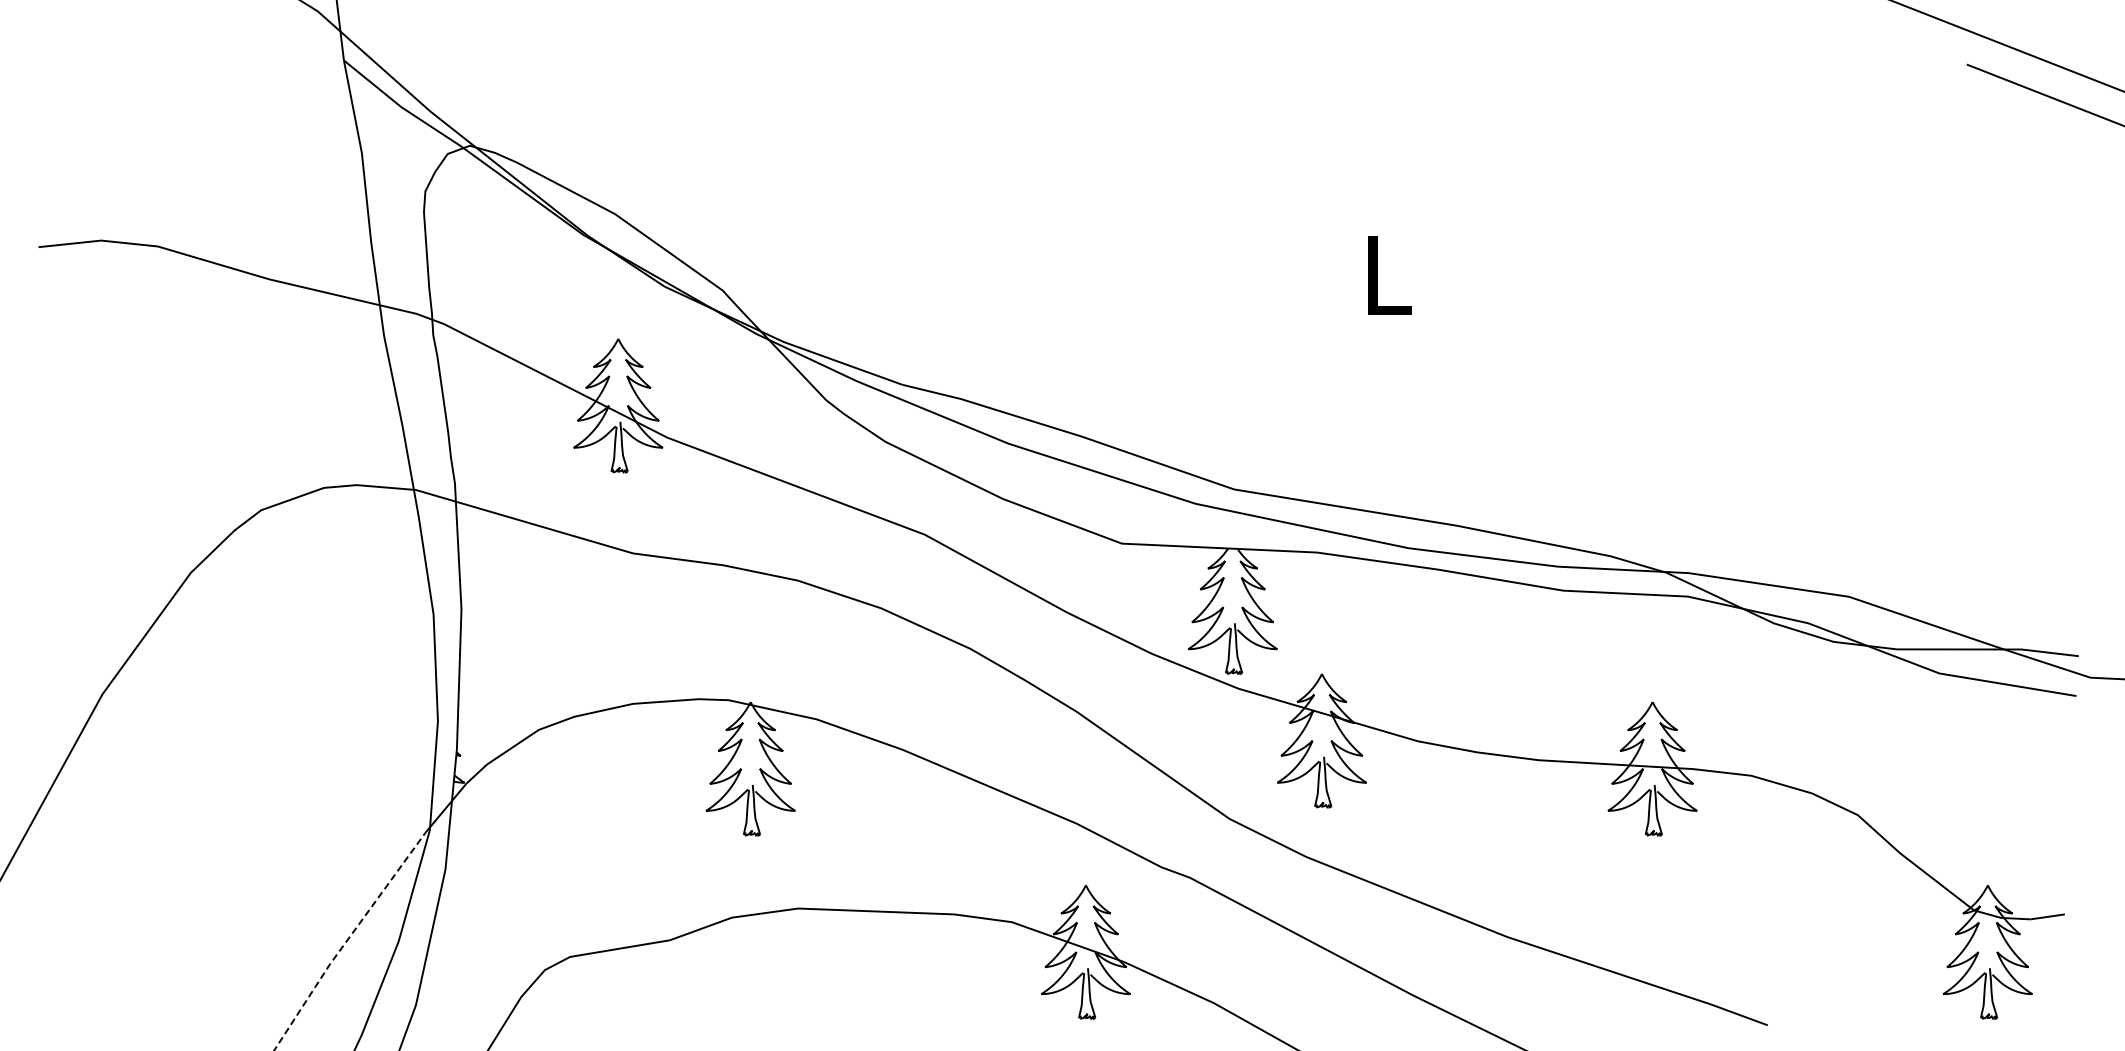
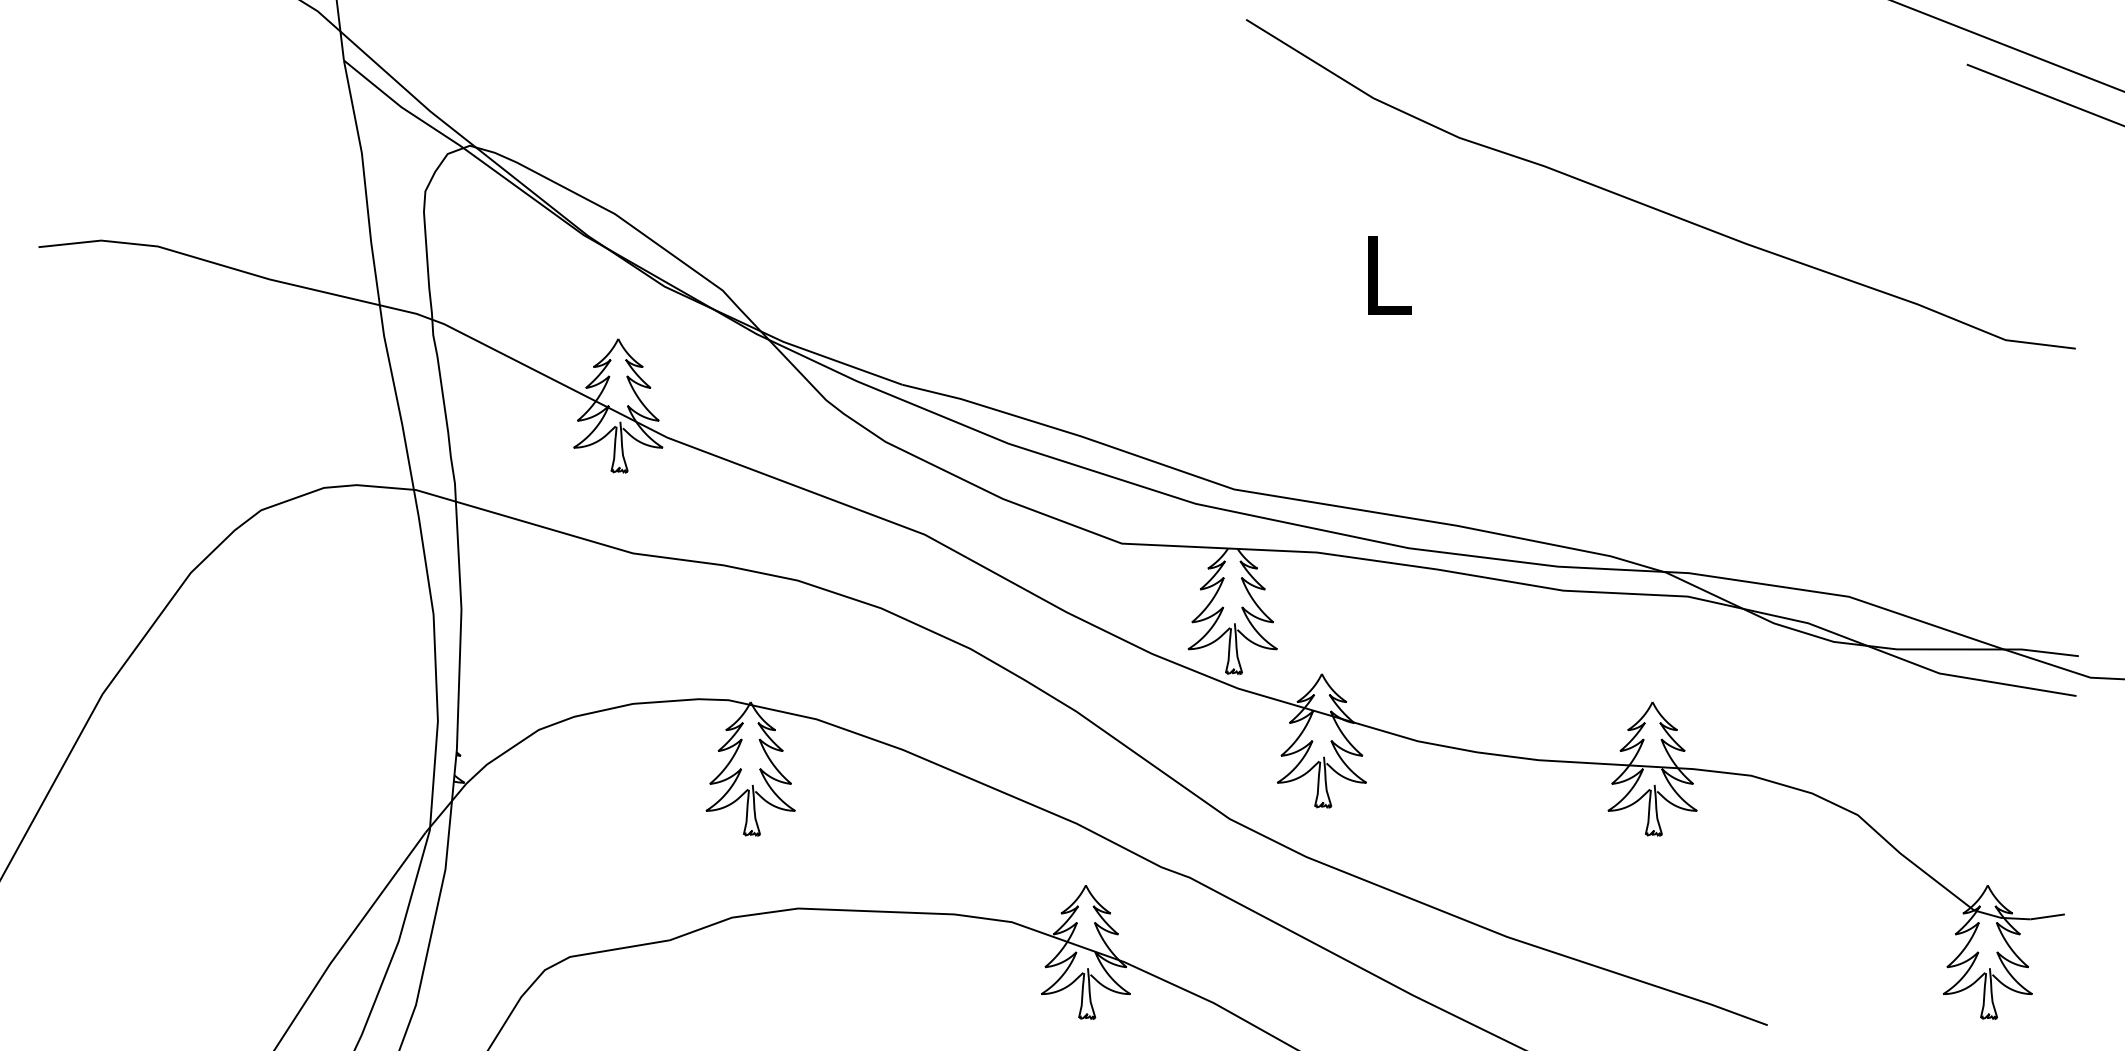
curve at (1652, 206): none -> present
line at (347, 940): dashed -> solid
